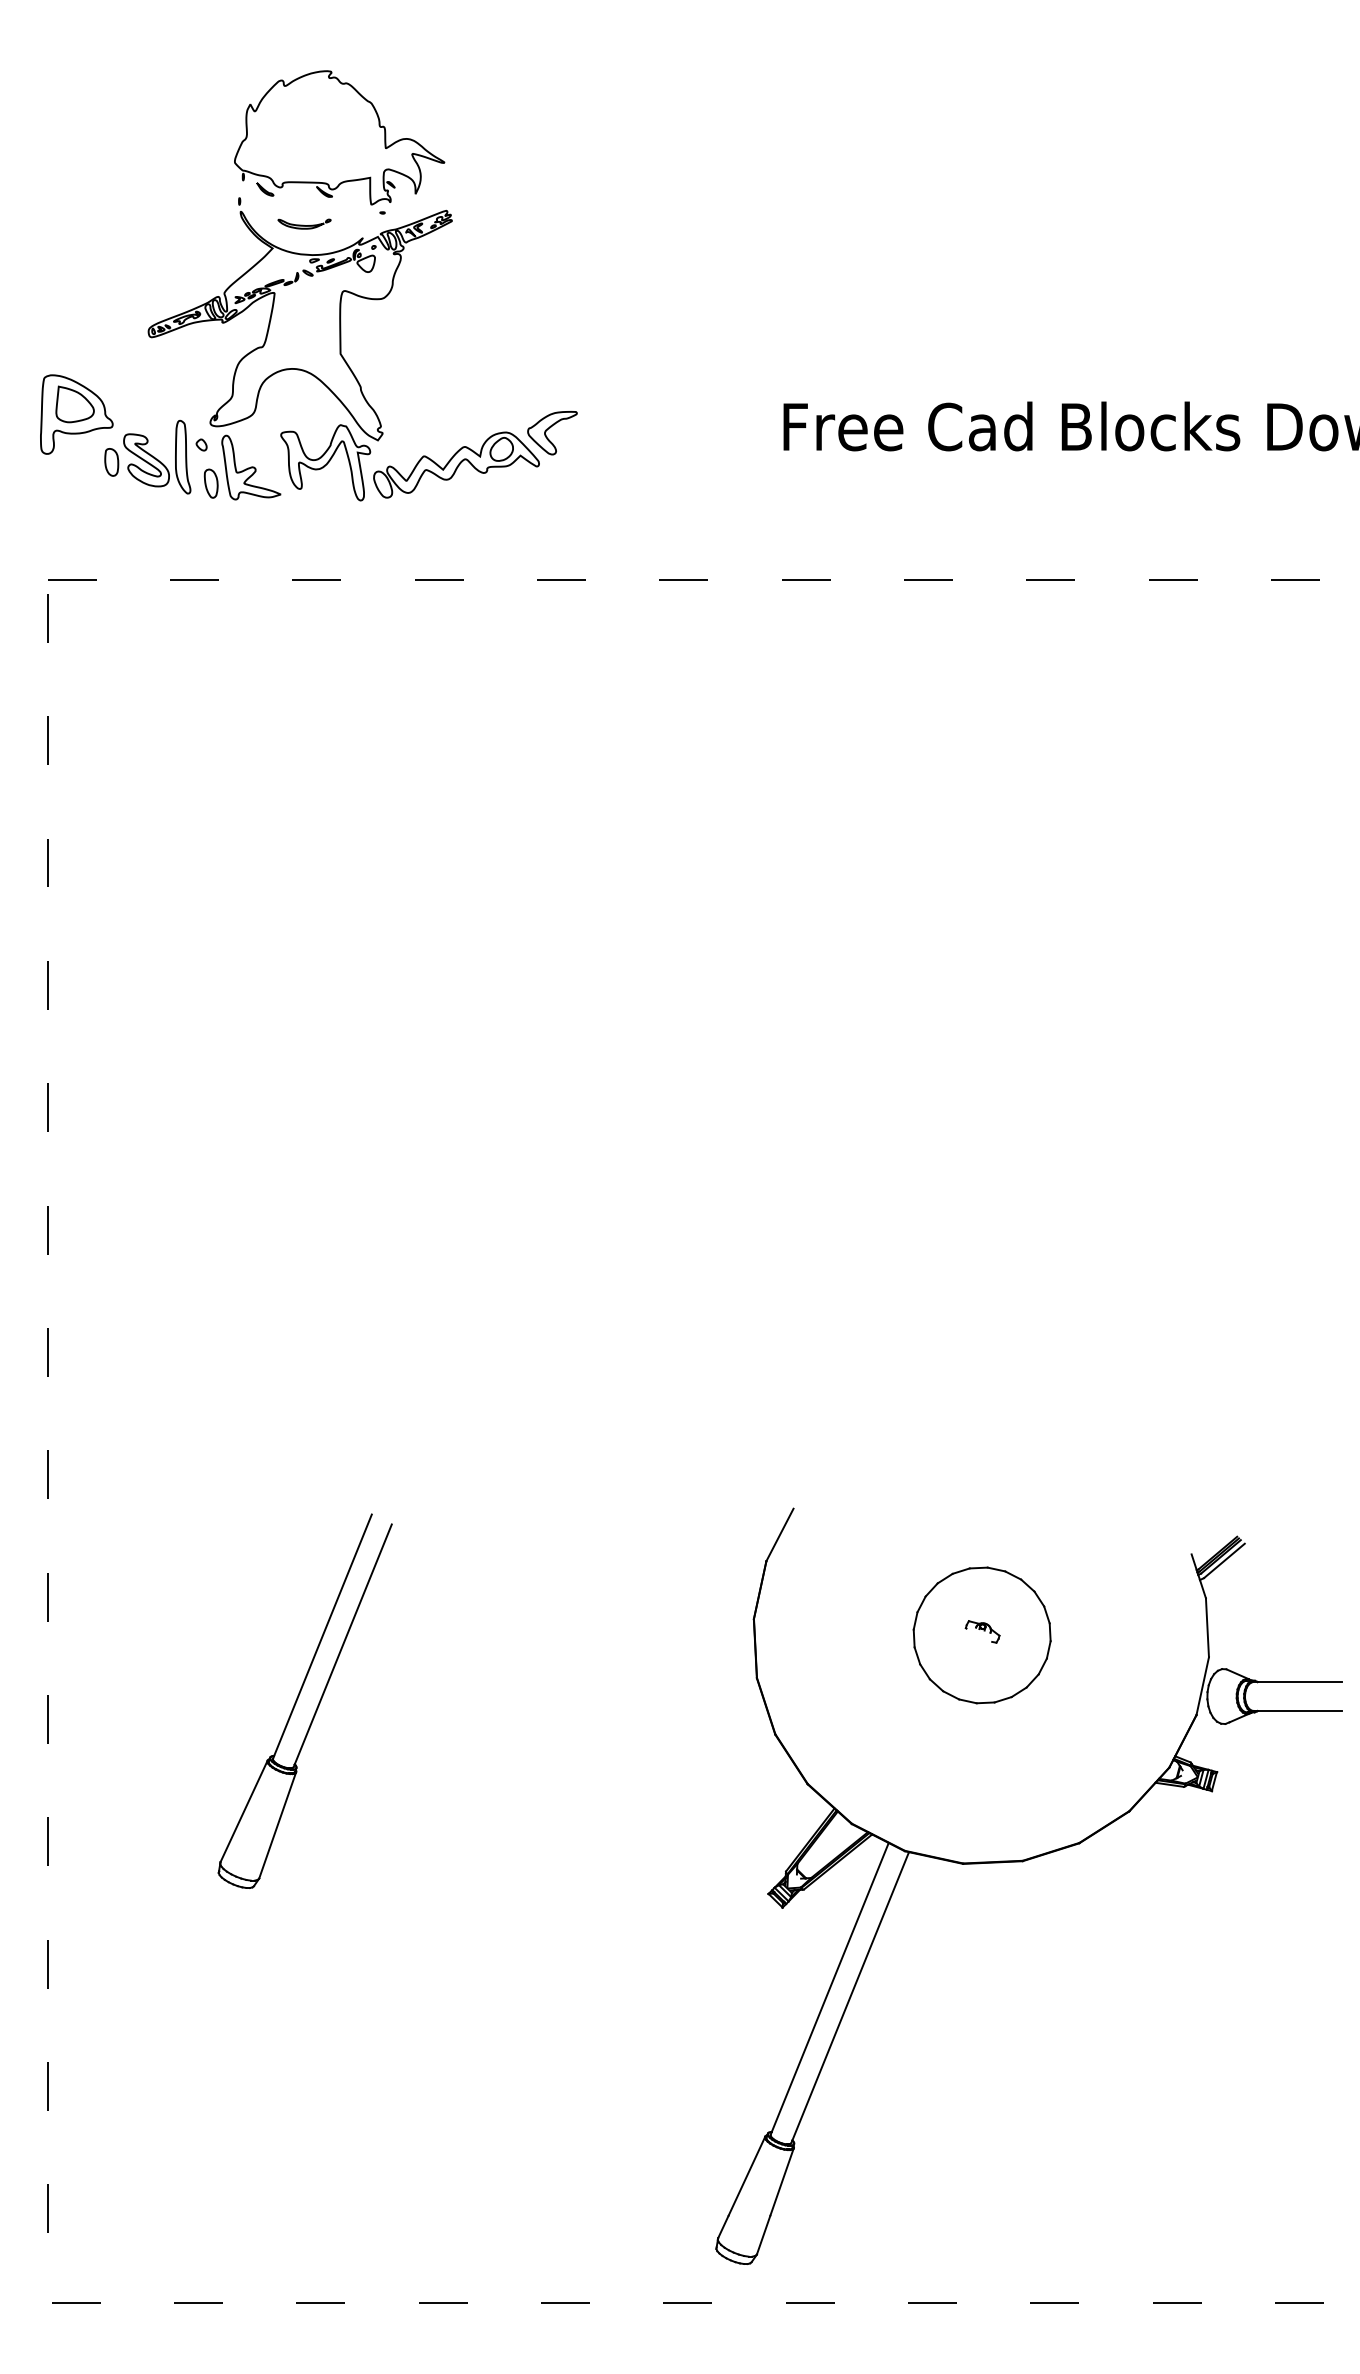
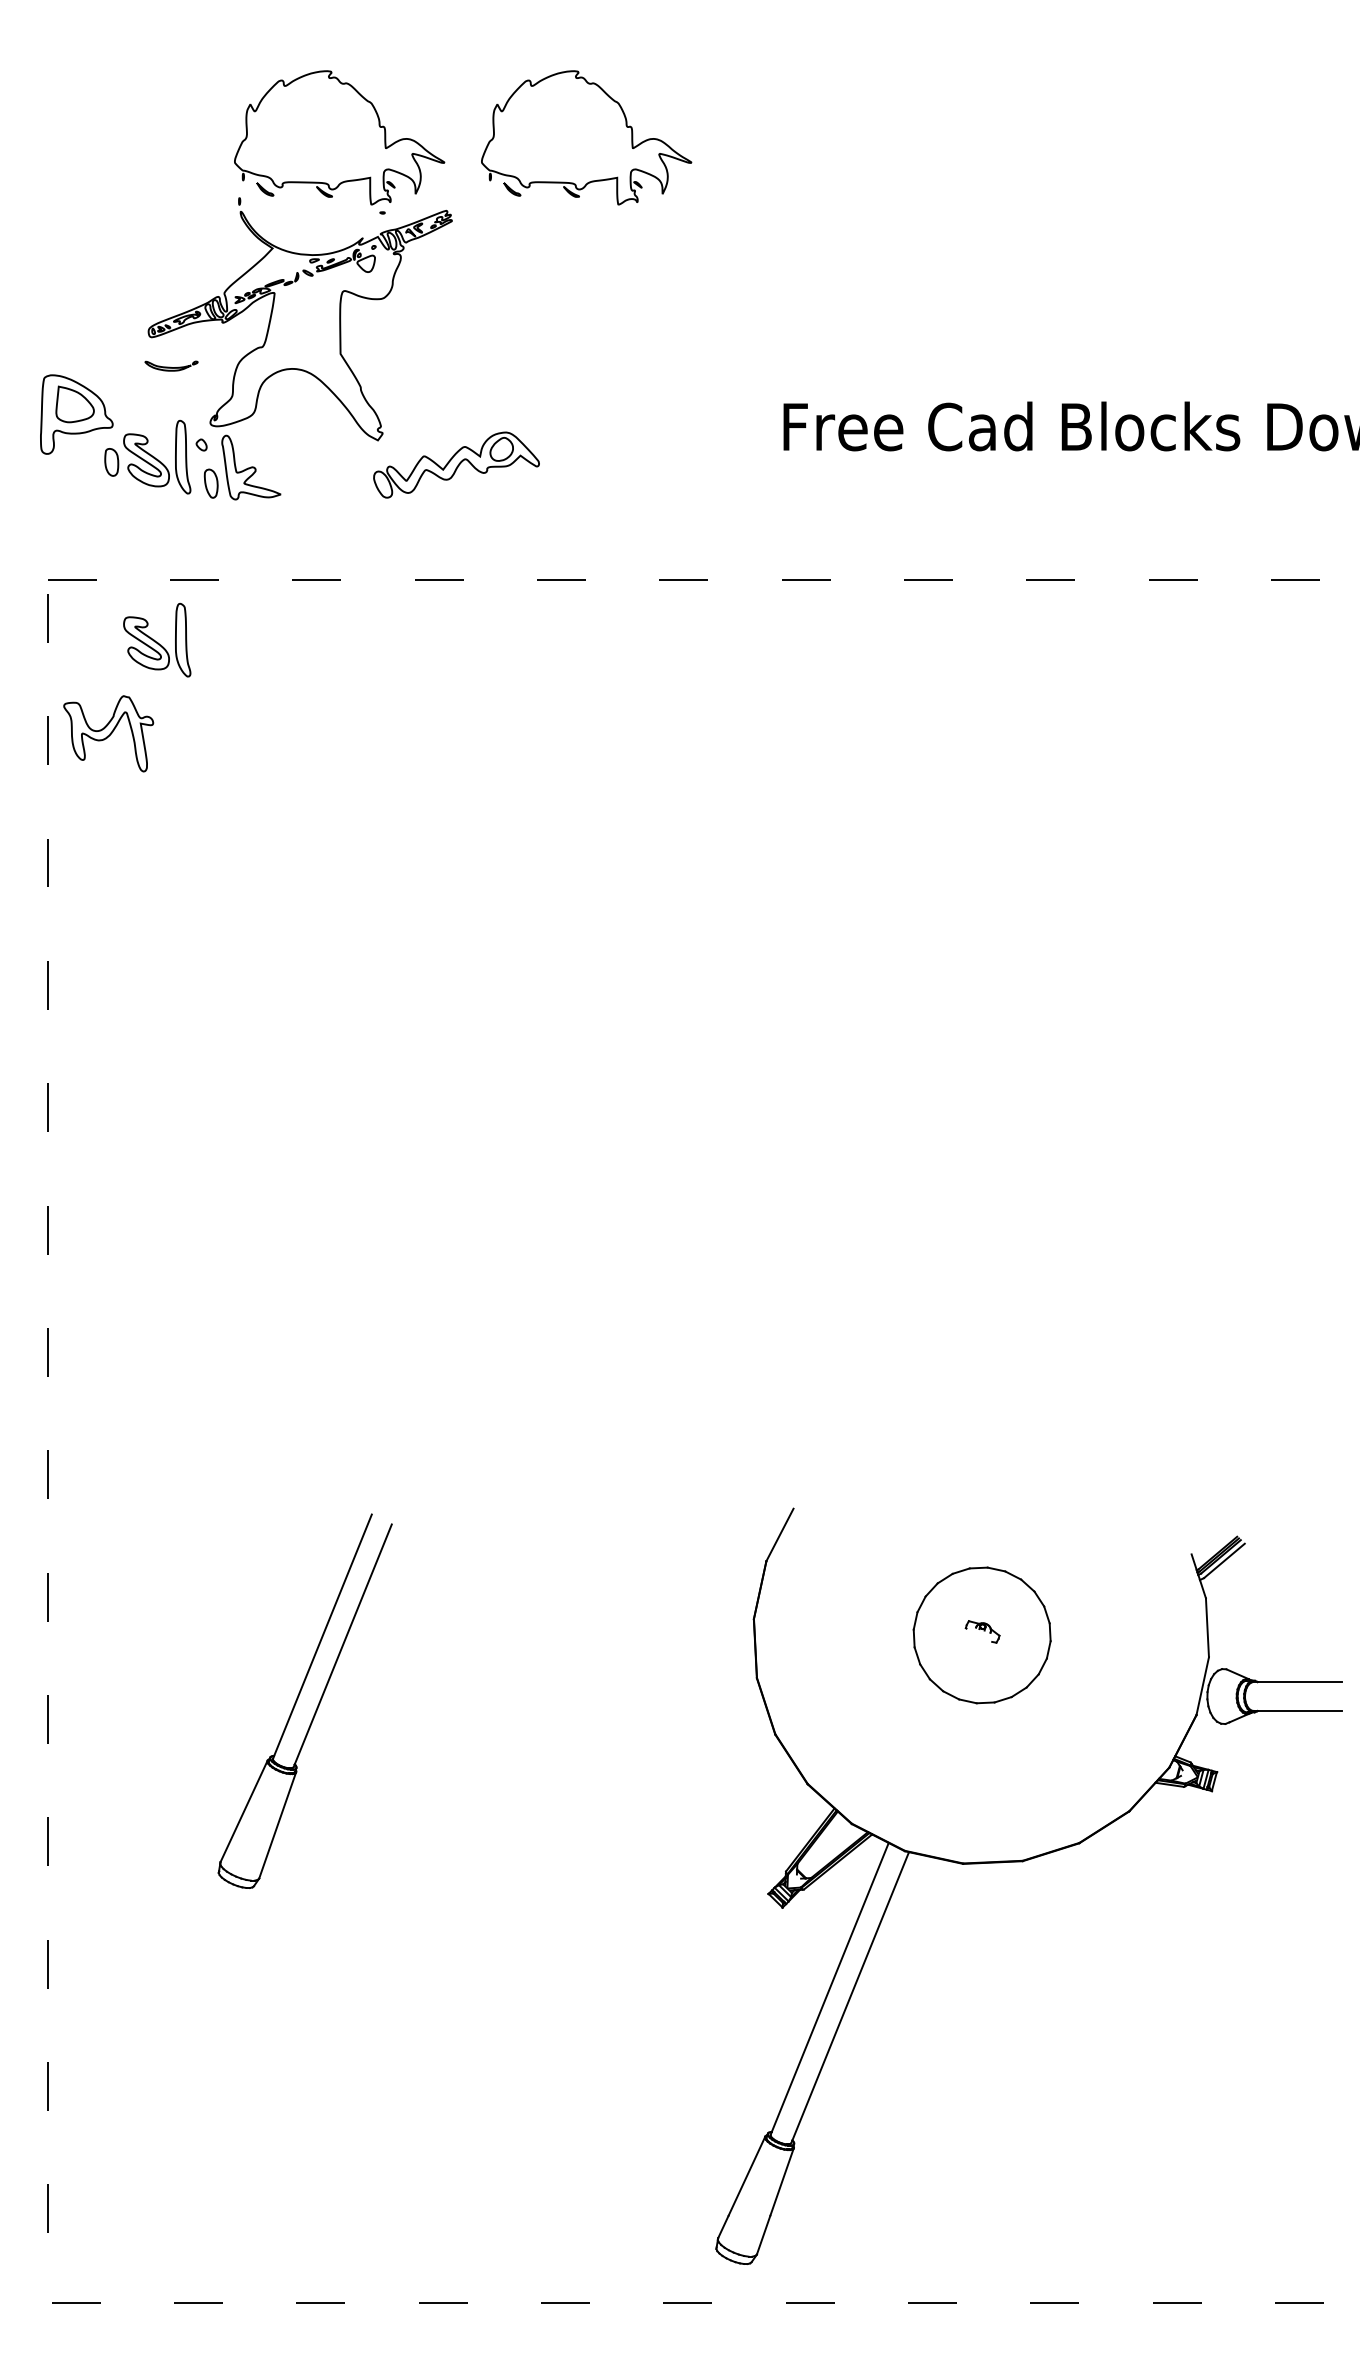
part at (586, 137): none -> present
part at (304, 223) position: (304, 223) -> (171, 365)
part at (552, 433): present -> none
part at (325, 462) position: (325, 462) -> (108, 733)
part at (157, 639): none -> present
